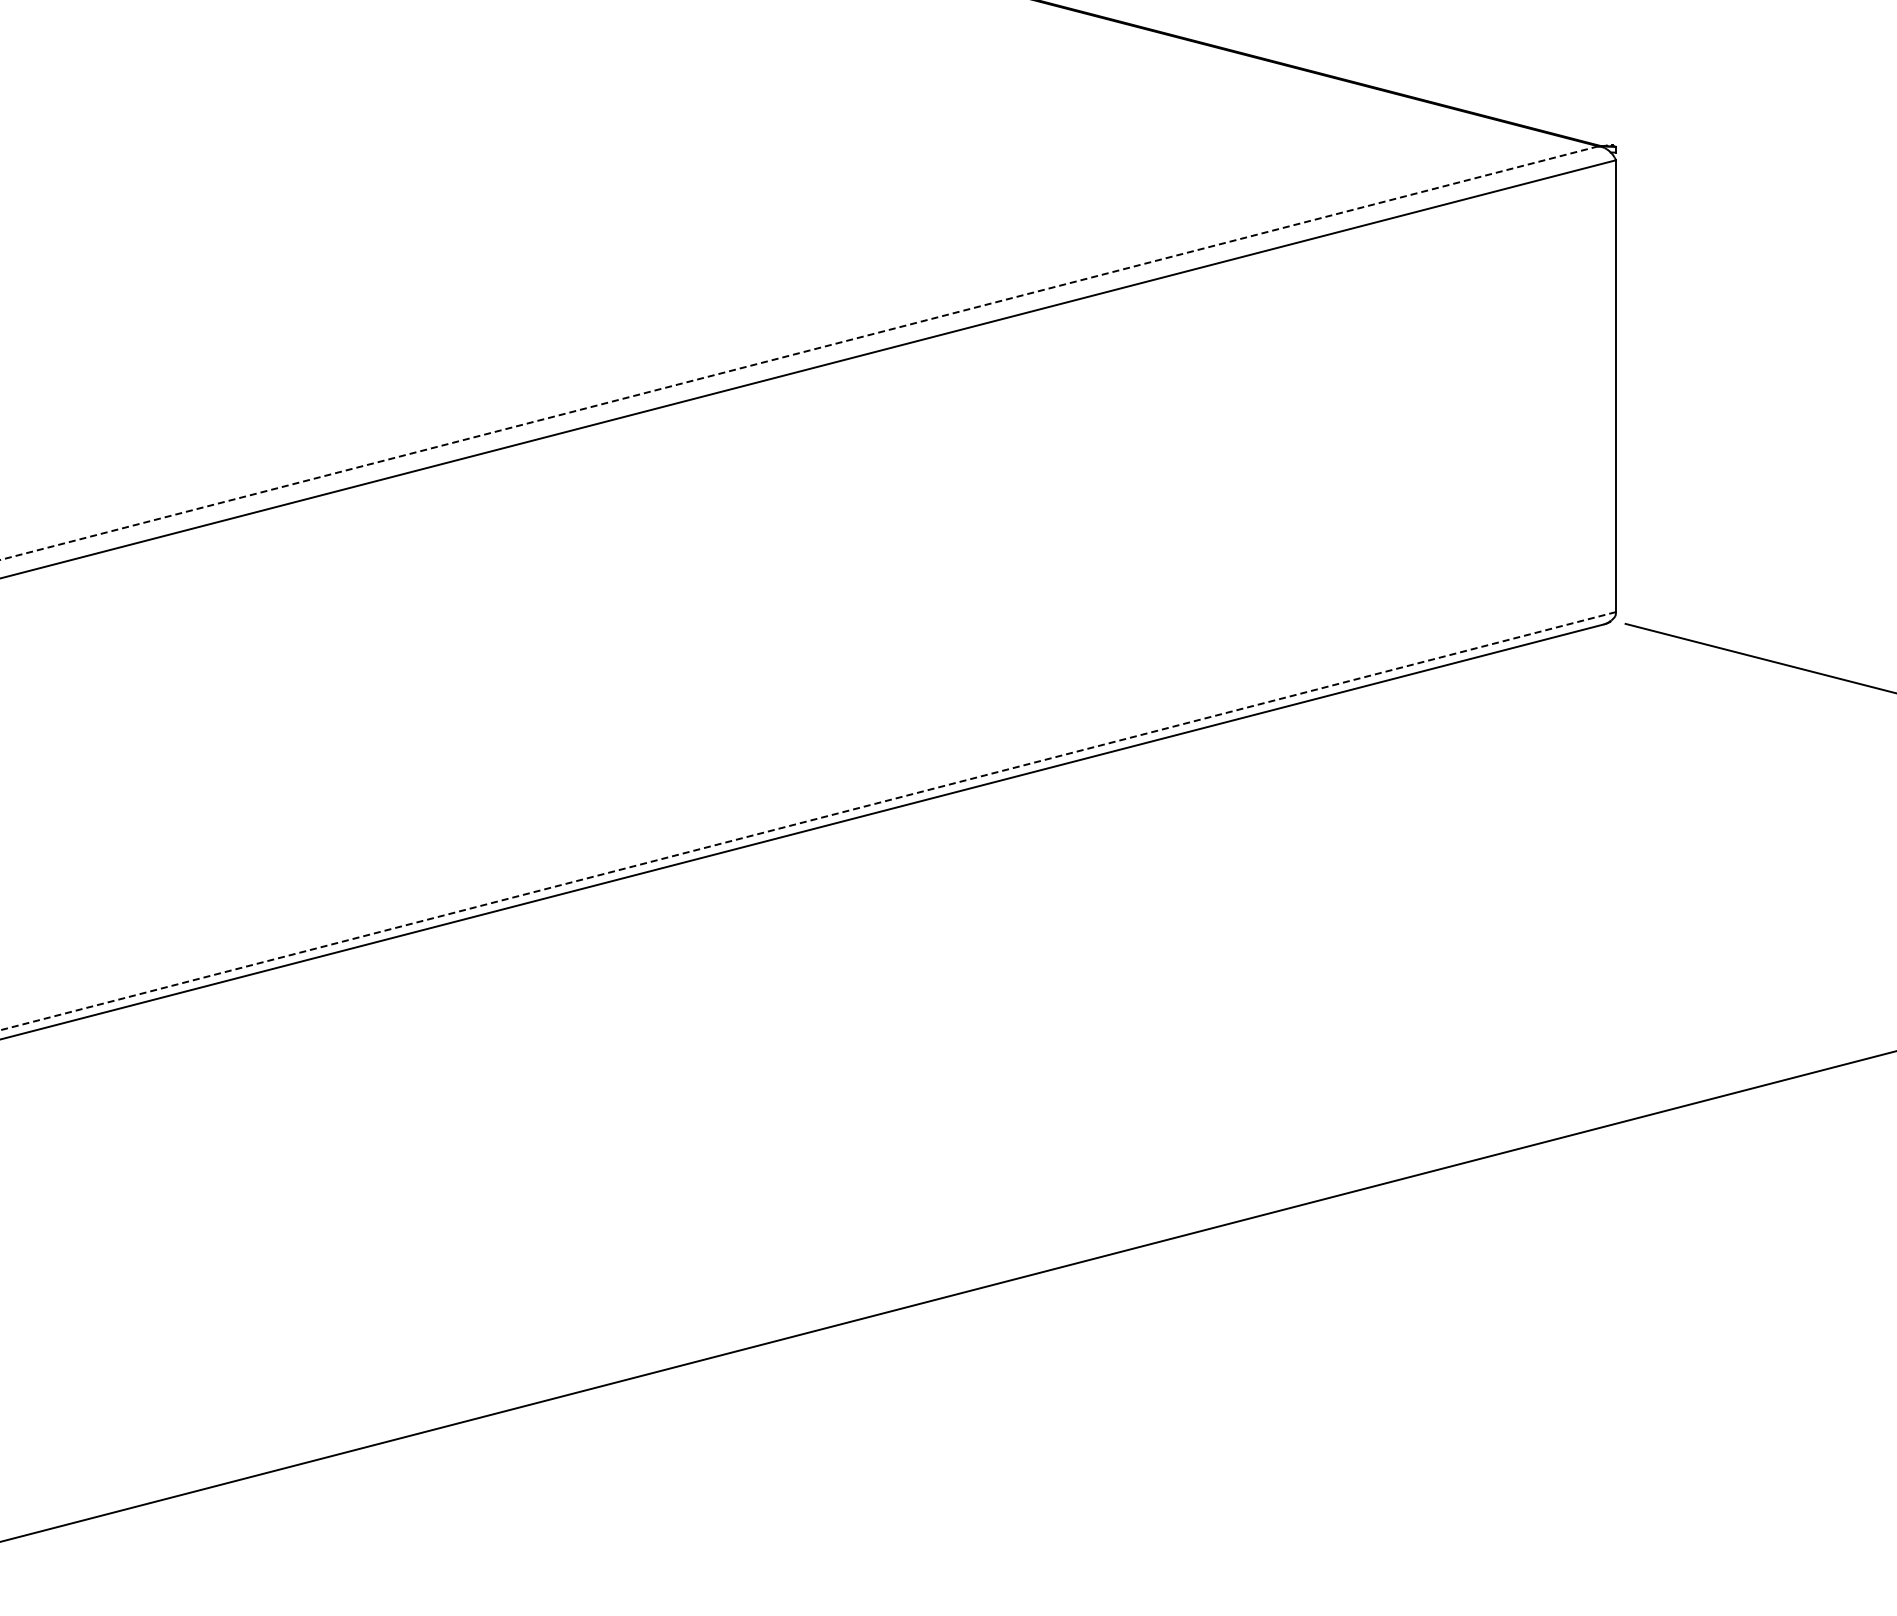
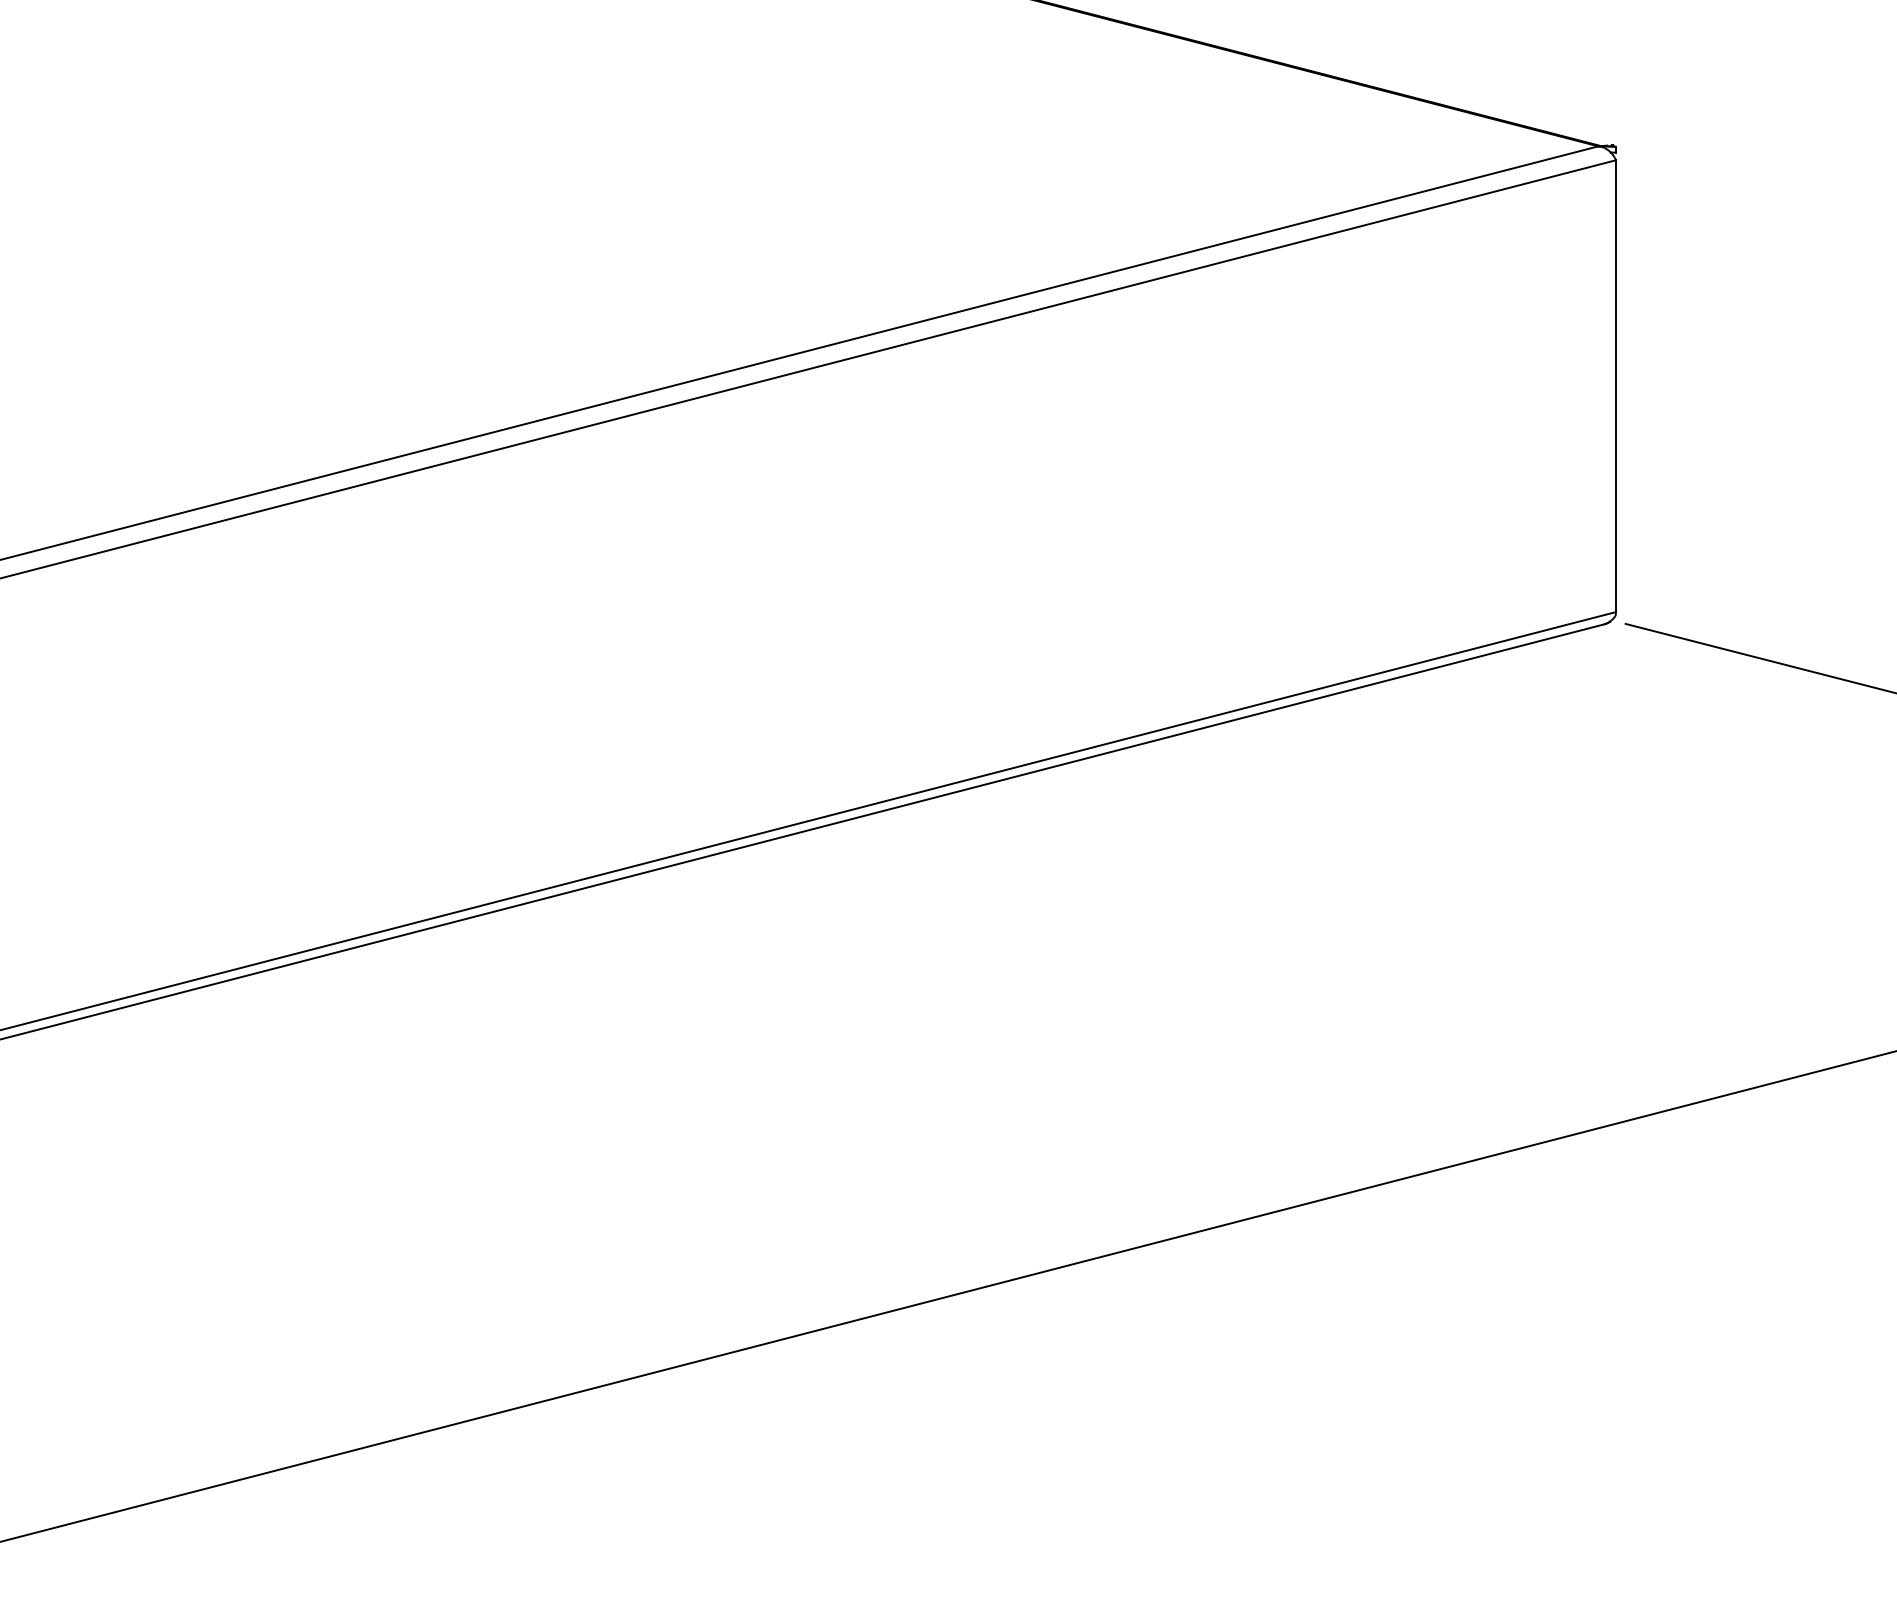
line at (799, 353): dashed -> solid
line at (807, 821): dashed -> solid
